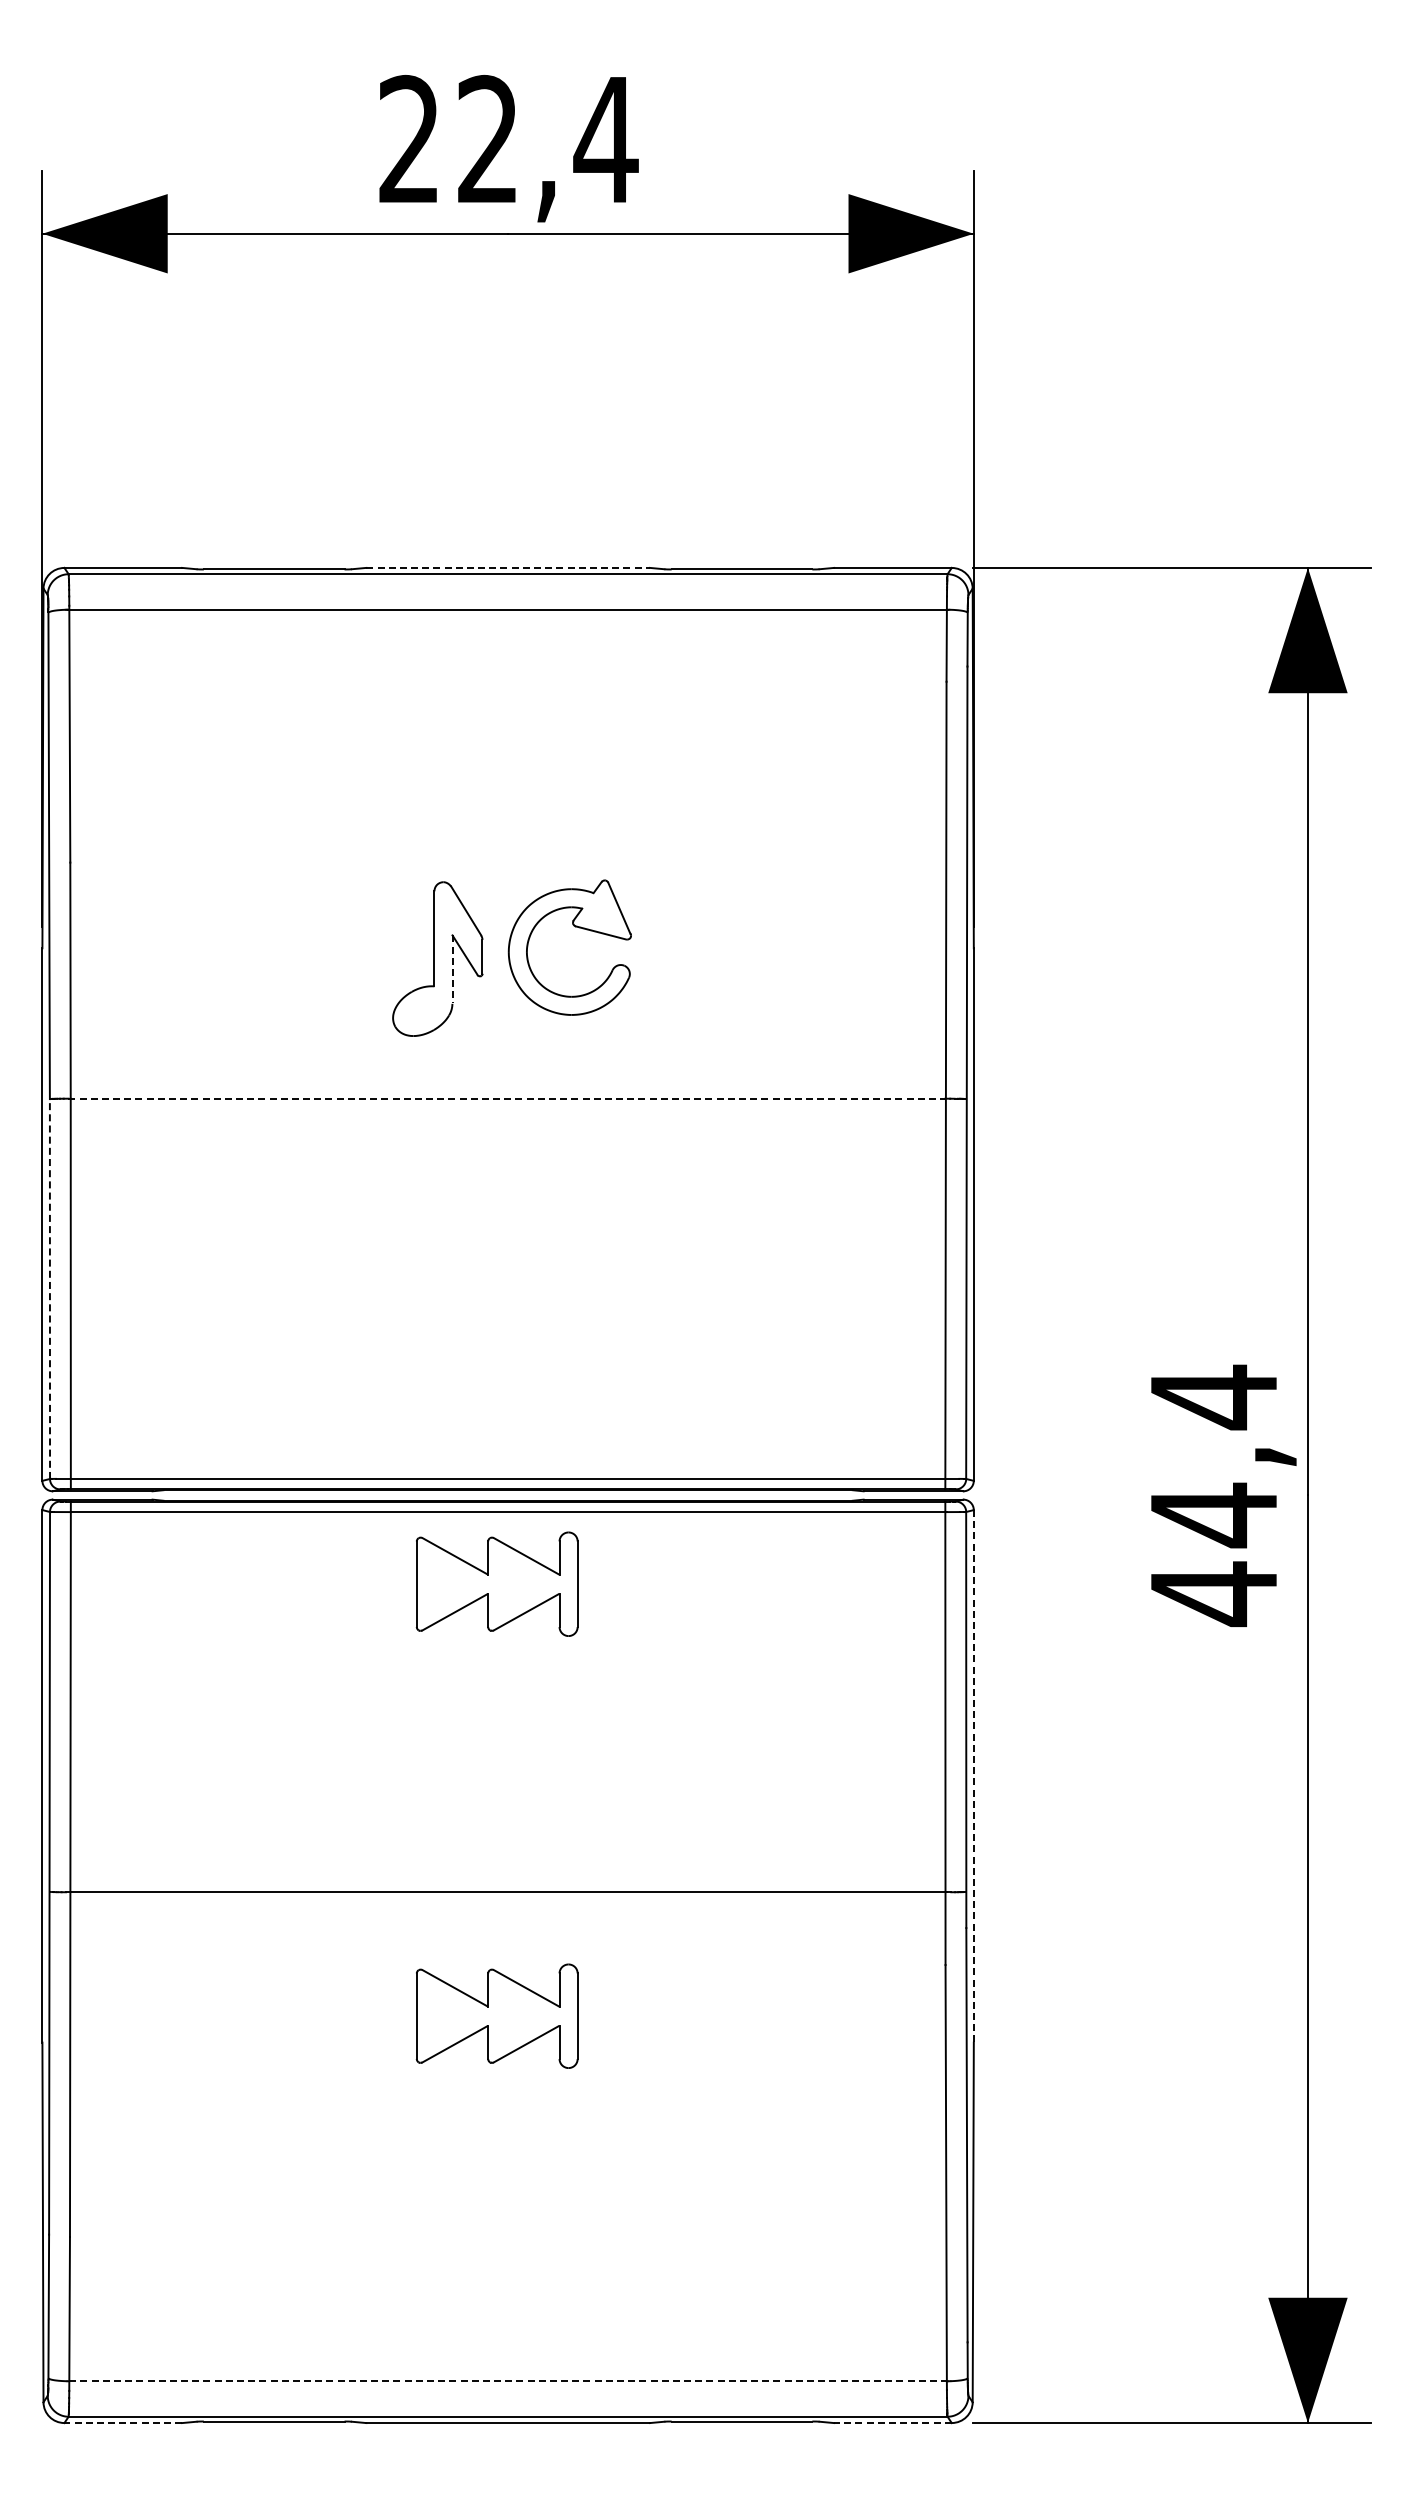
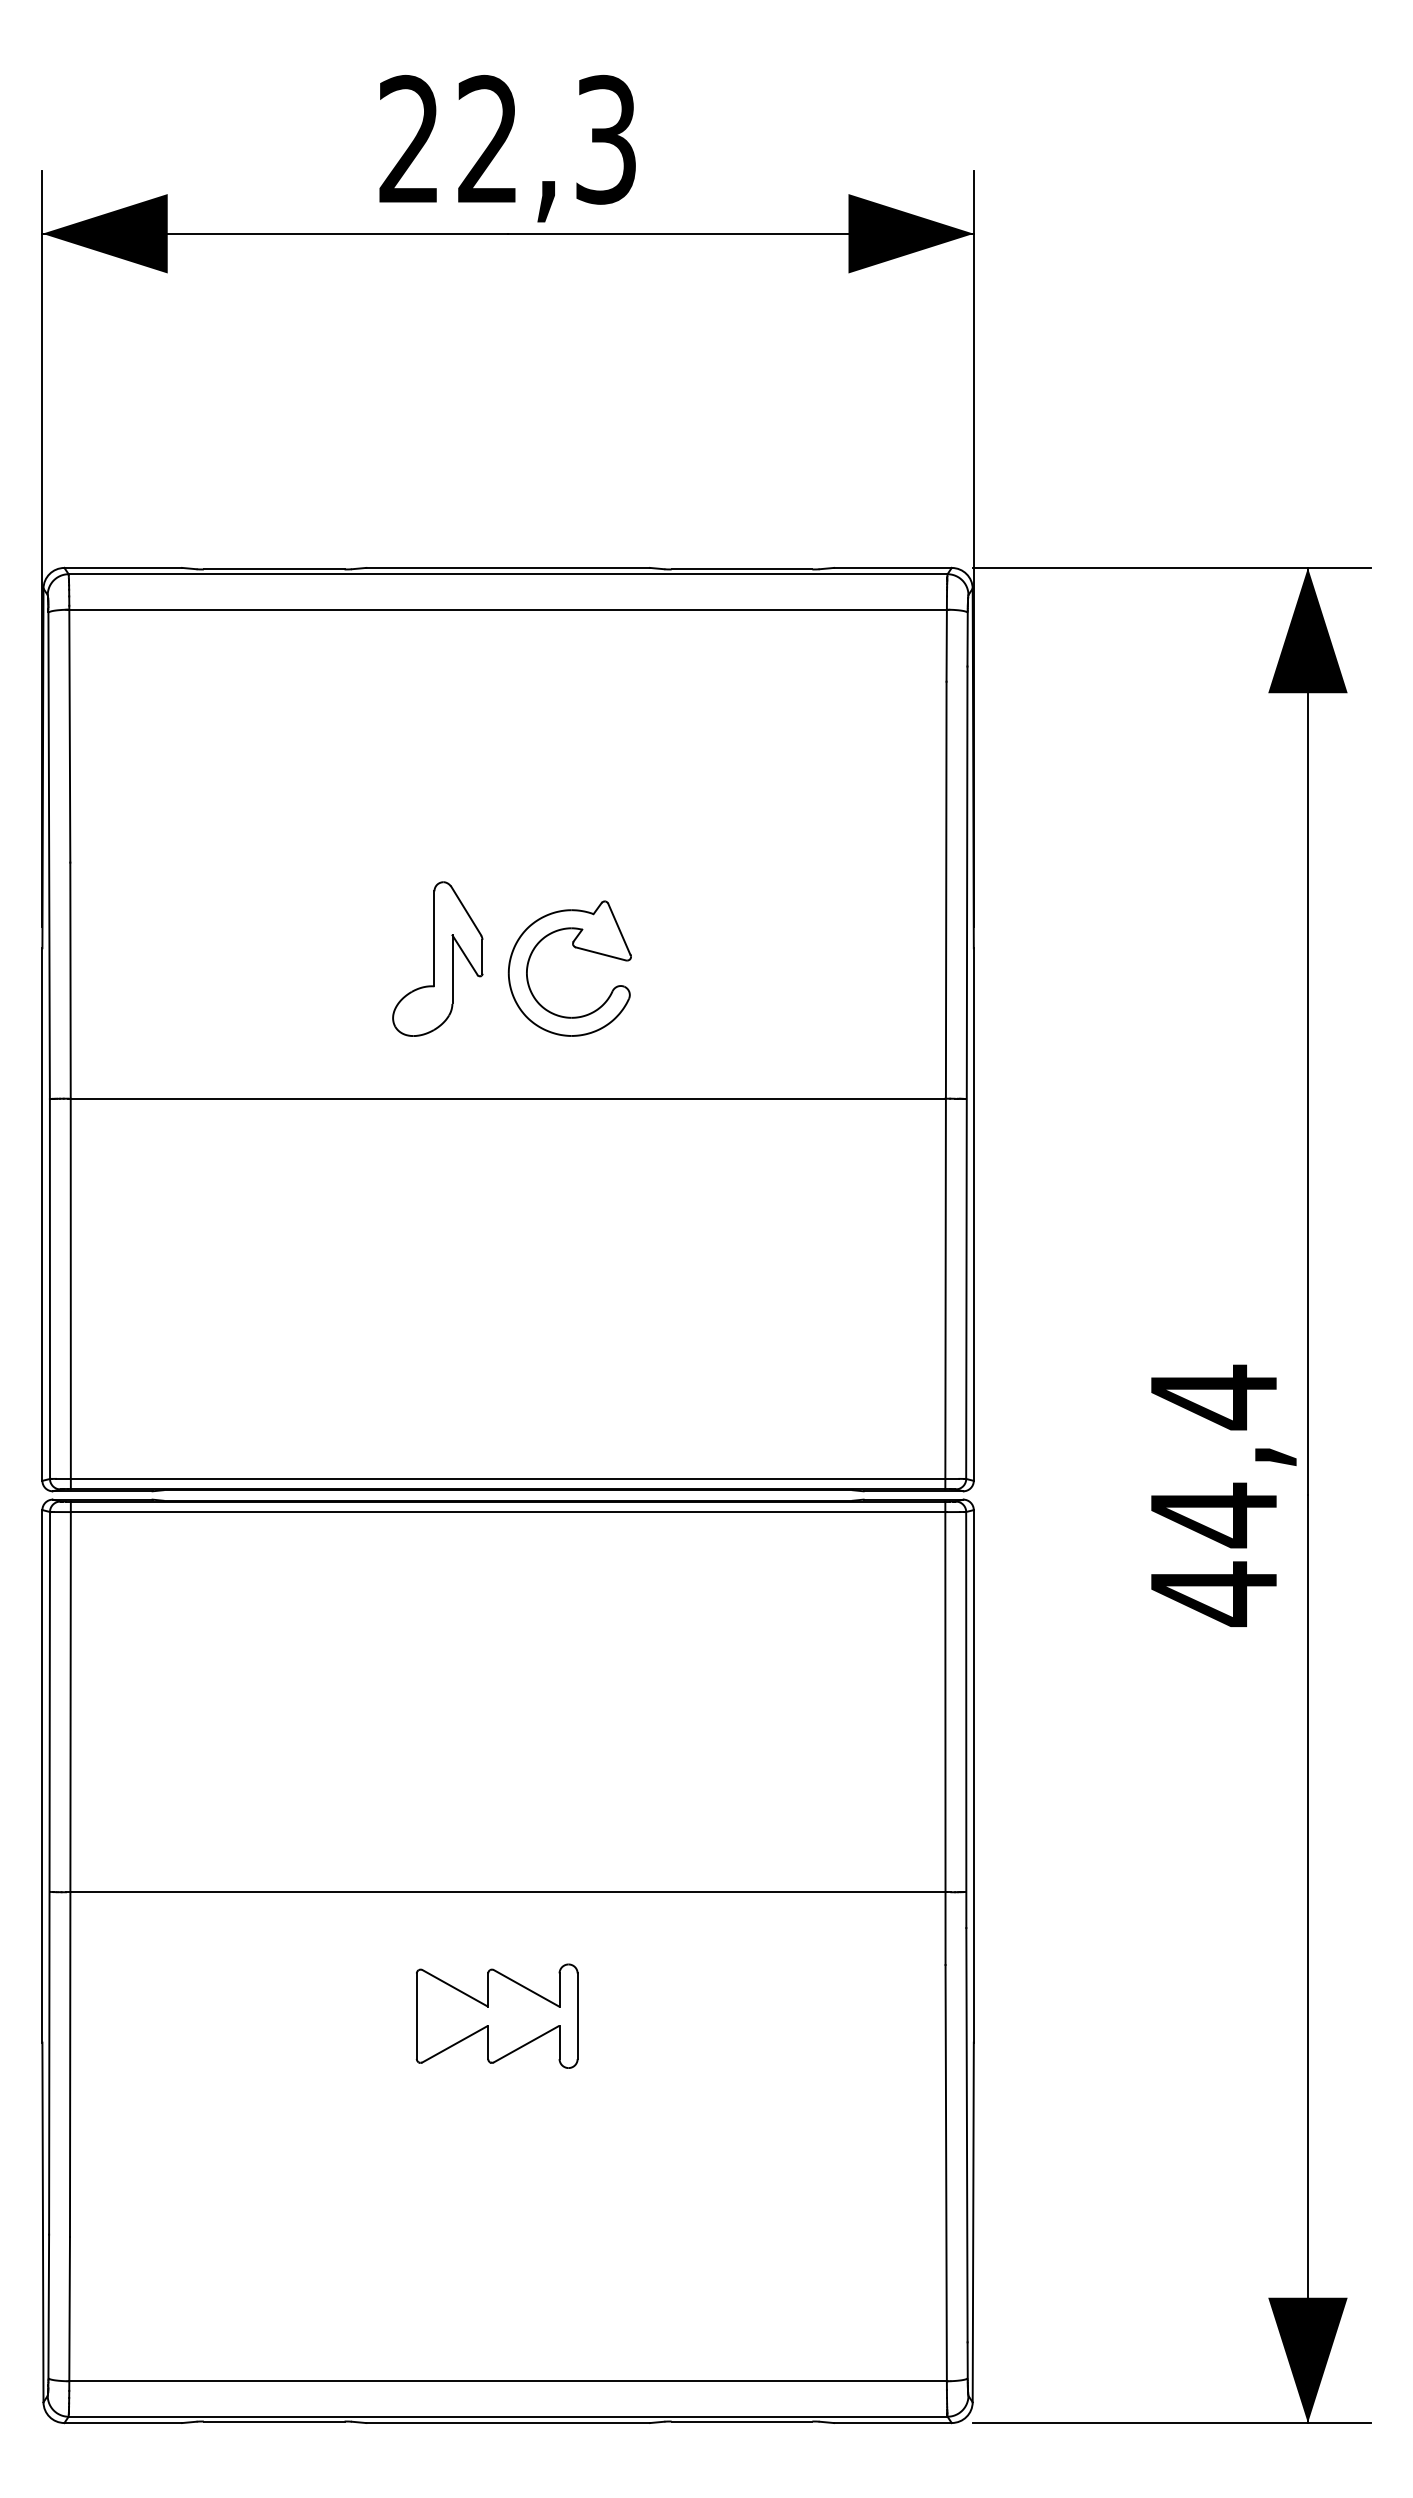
text at (605, 139): 22,4 -> 22,3
line at (508, 567): dashed -> solid
part at (575, 927) position: (575, 927) -> (575, 948)
line at (452, 969): dashed -> solid
line at (506, 1098): dashed -> solid
line at (49, 1289): dashed -> solid
part at (496, 1583): present -> none
line at (973, 1776): dashed -> solid
line at (508, 2381): dashed -> solid
line at (123, 2423): dashed -> solid
line at (892, 2423): dashed -> solid
